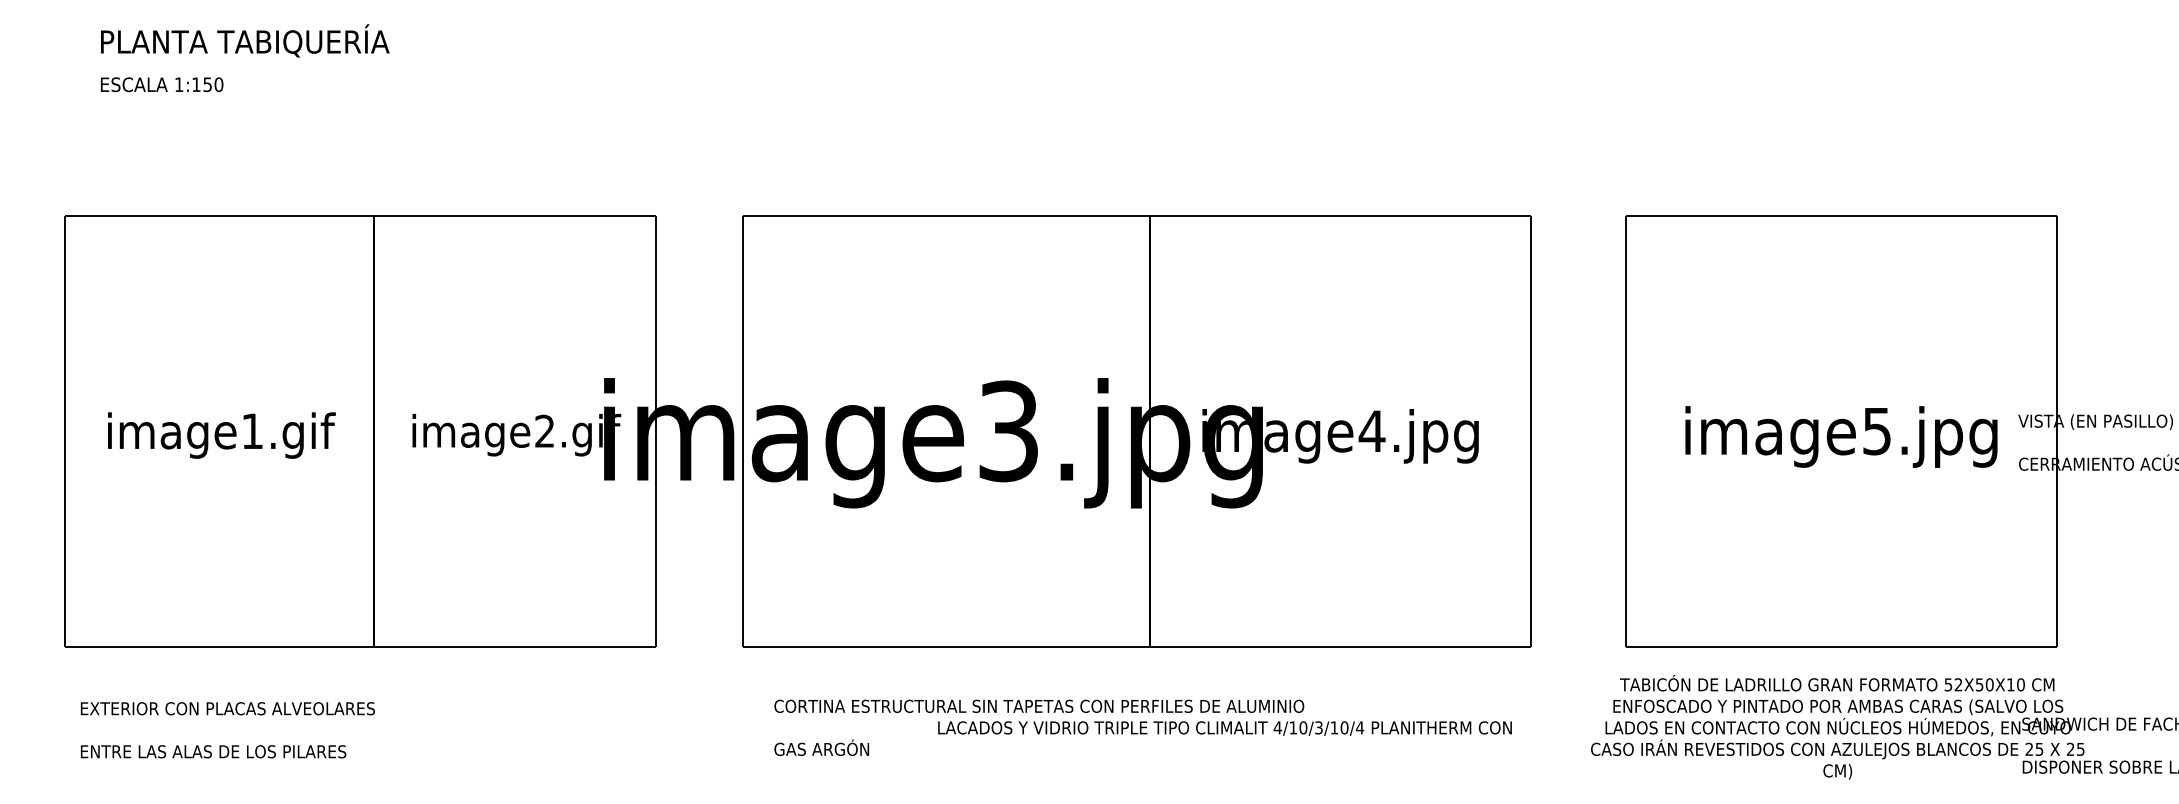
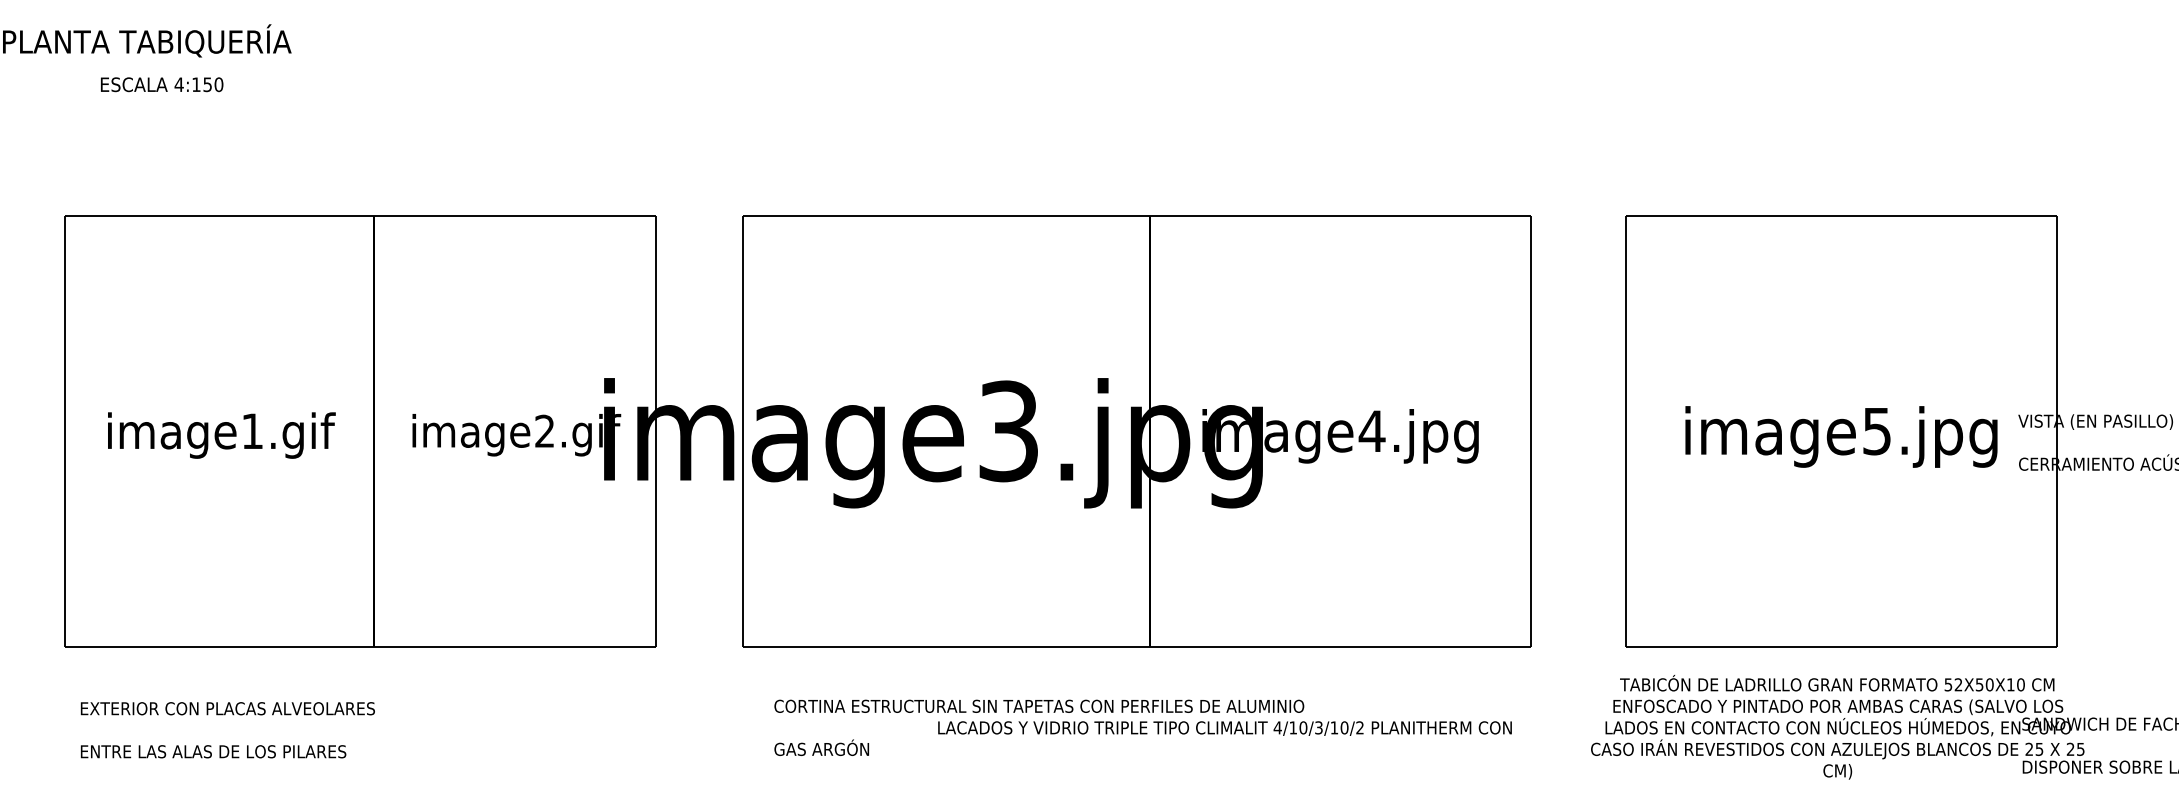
text at (245, 40) position: (245, 40) -> (147, 40)
text at (178, 84): 1:150 -> 4:150
text at (1359, 727): 4/10/3/10/4 -> 4/10/3/10/2
